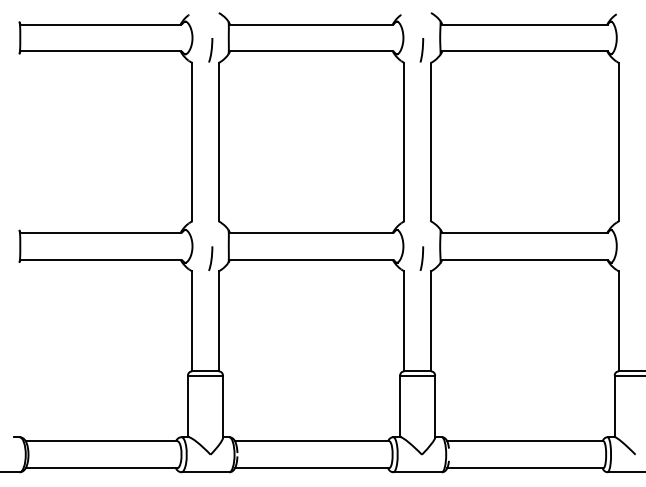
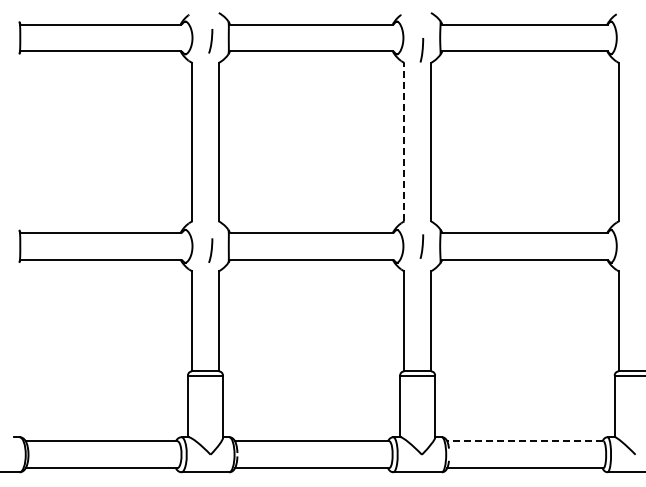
line at (210, 50) position: (210, 50) -> (210, 41)
line at (404, 141): solid -> dashed
line at (210, 258) position: (210, 258) -> (210, 250)
line at (421, 258) position: (421, 258) -> (421, 246)
line at (524, 441): solid -> dashed
